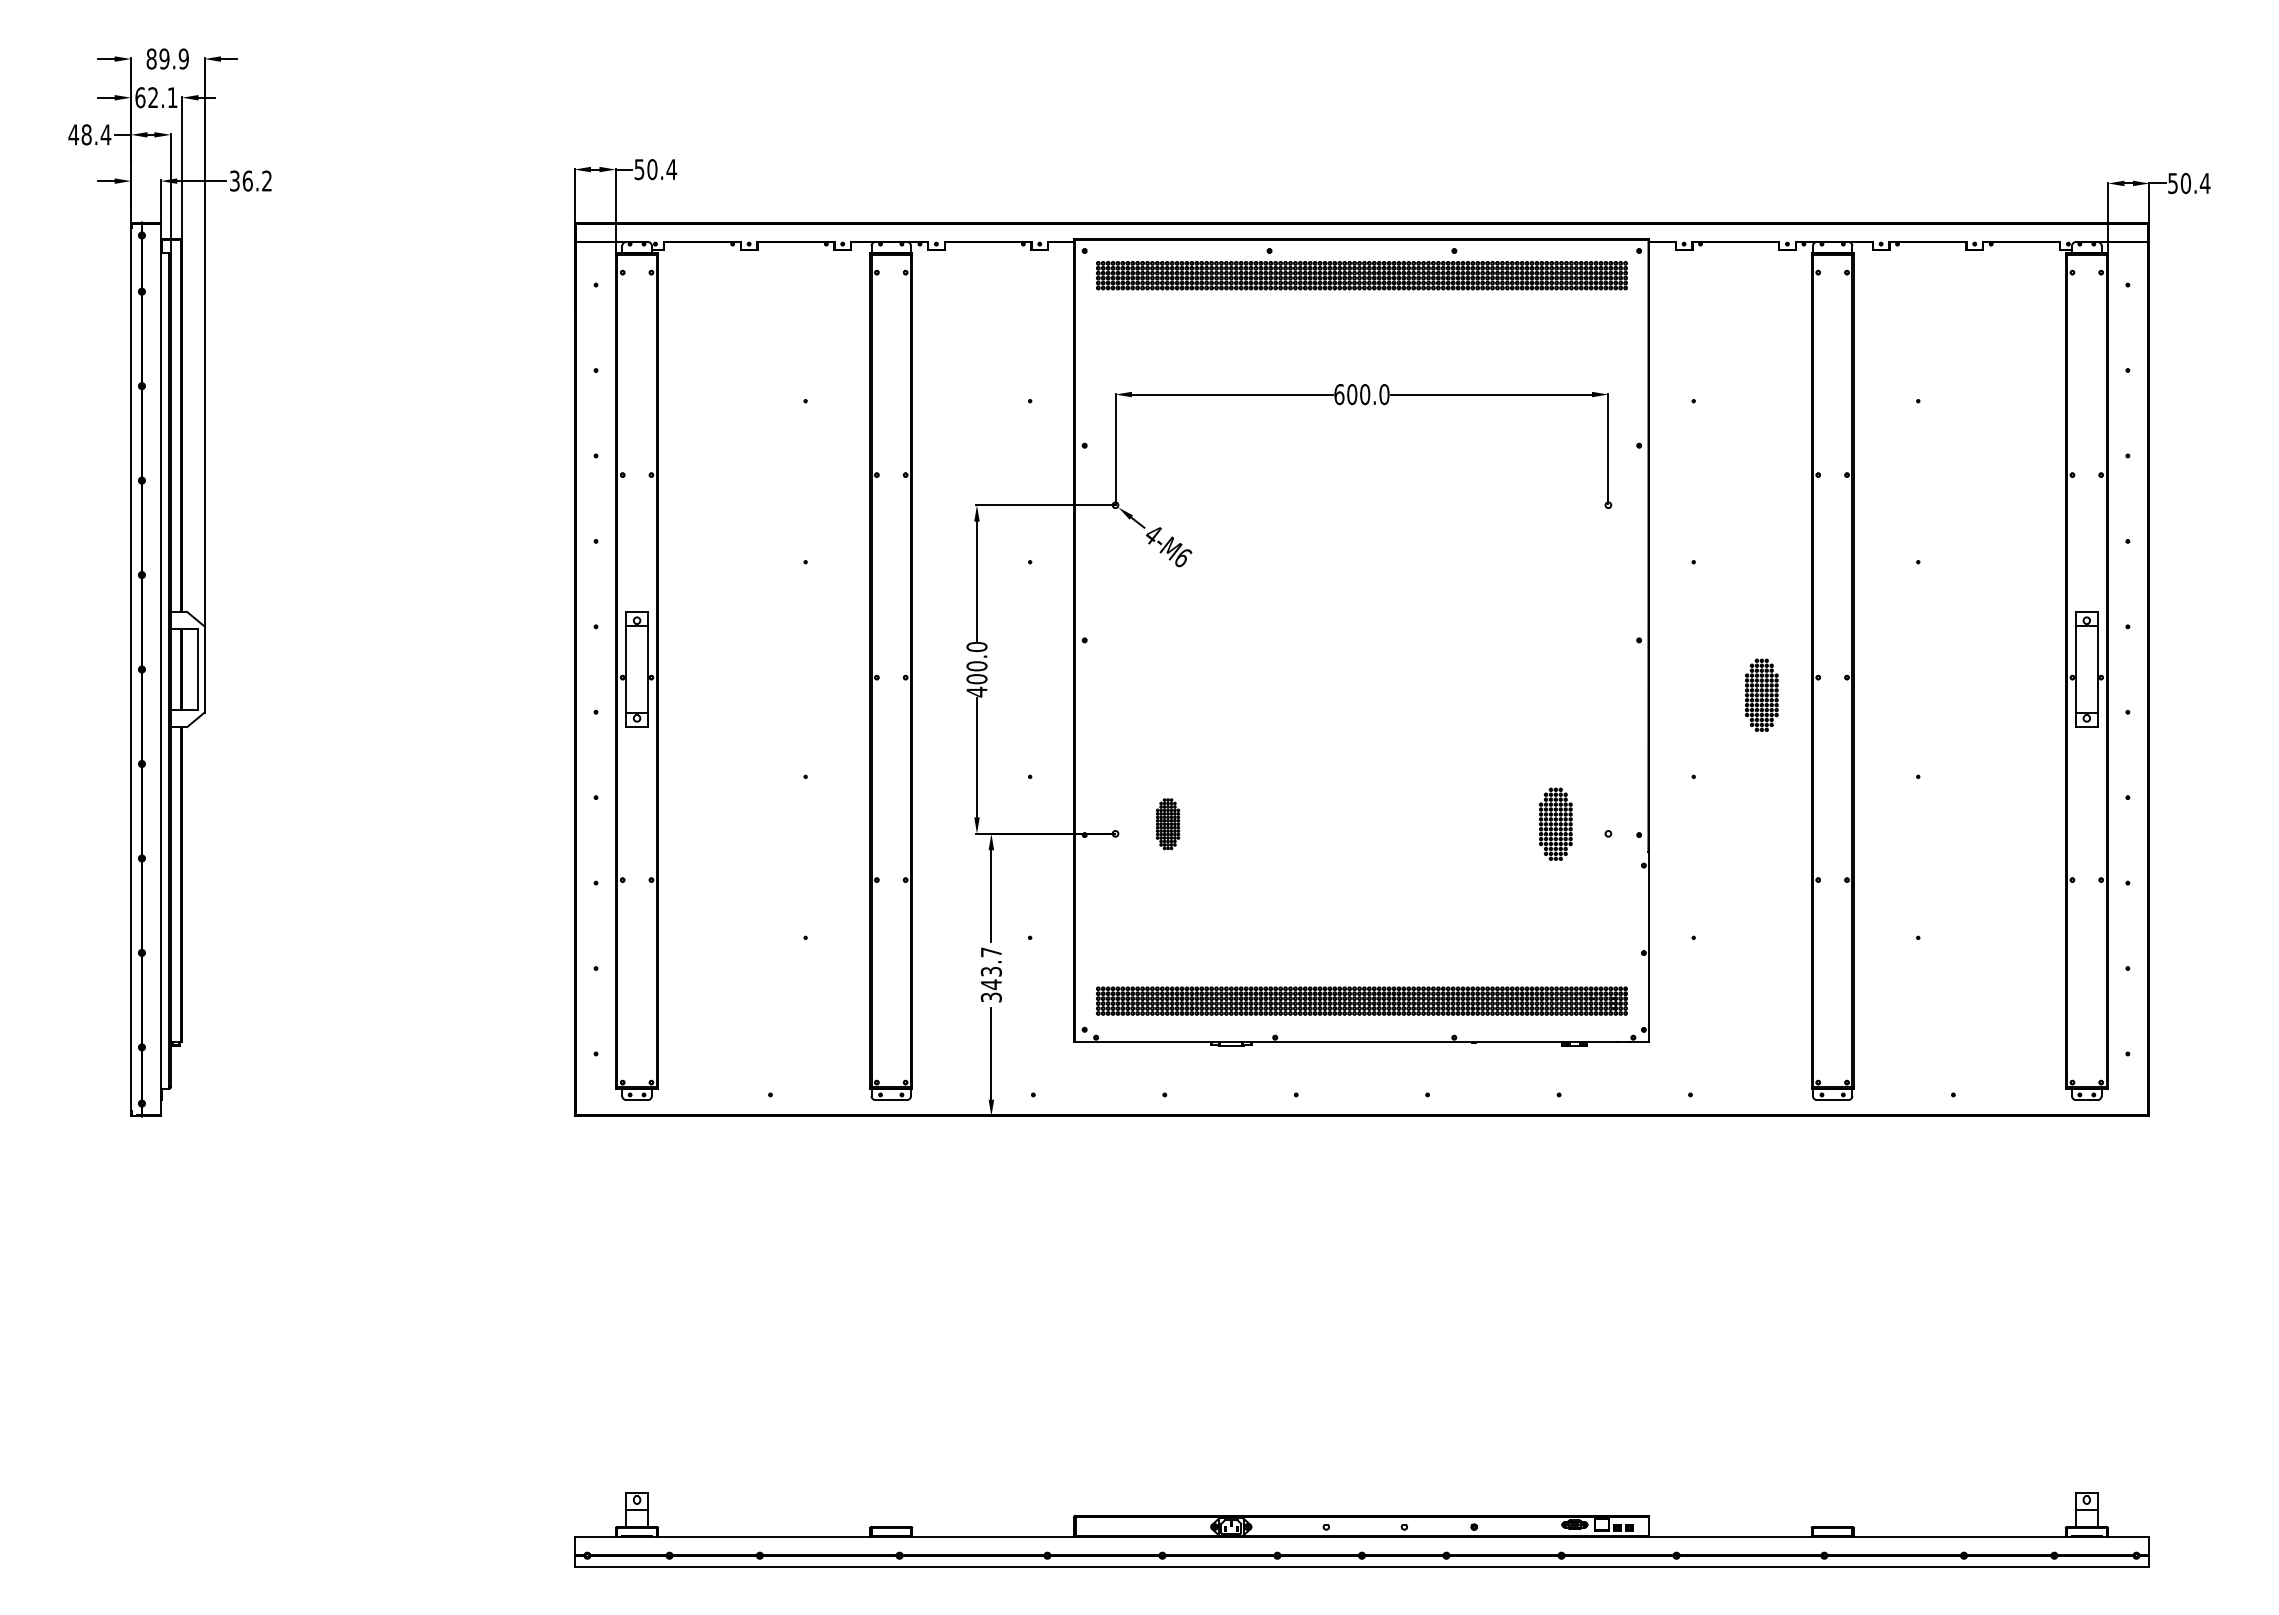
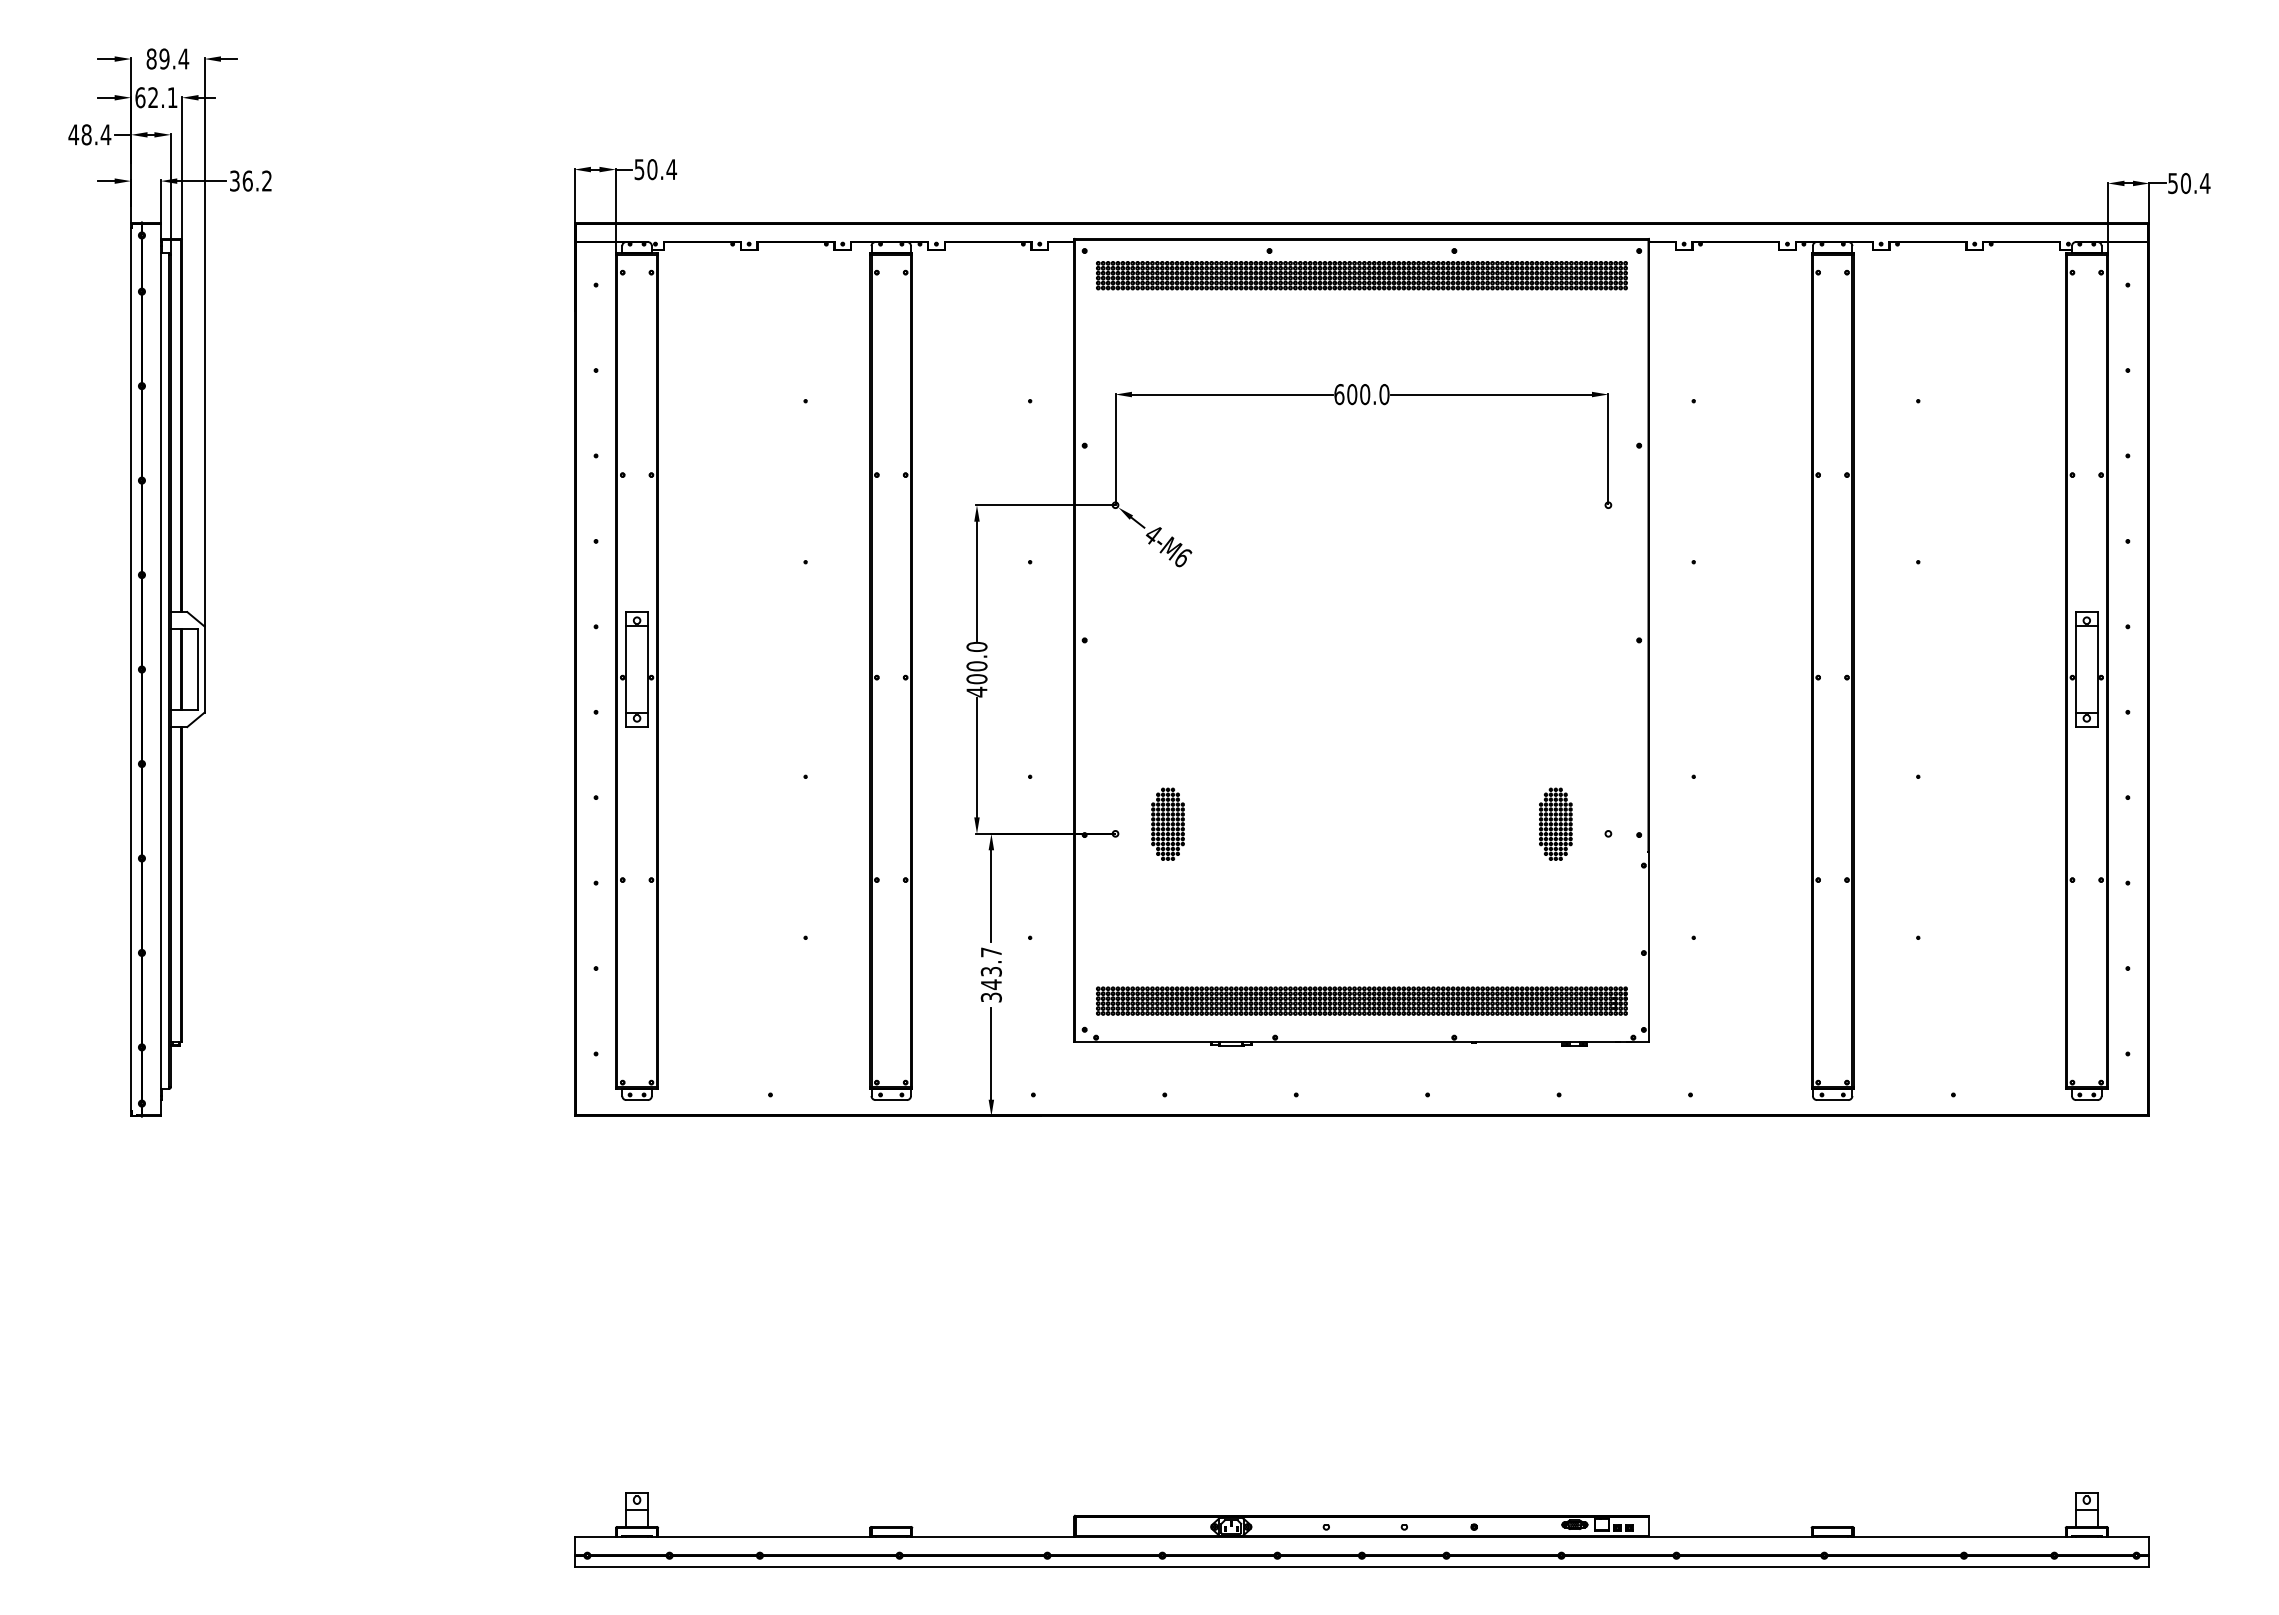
text at (183, 58): 89.9 -> 89.4
part at (1761, 694): present -> none
part at (1168, 824) size: 25x53 px -> 34x74 px
